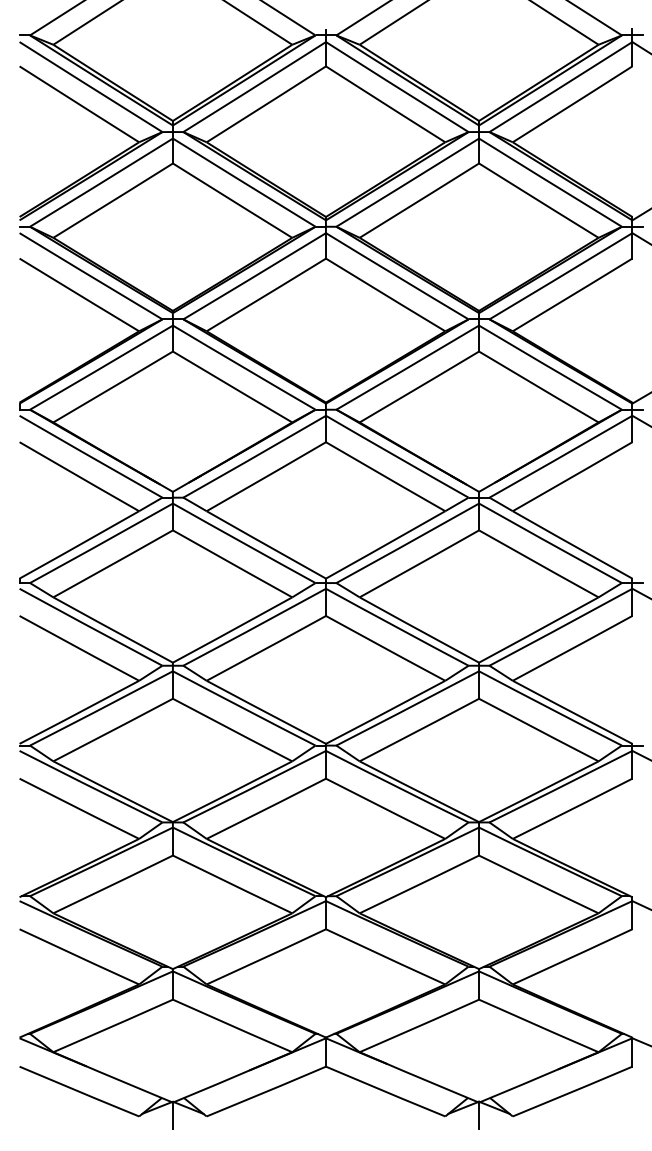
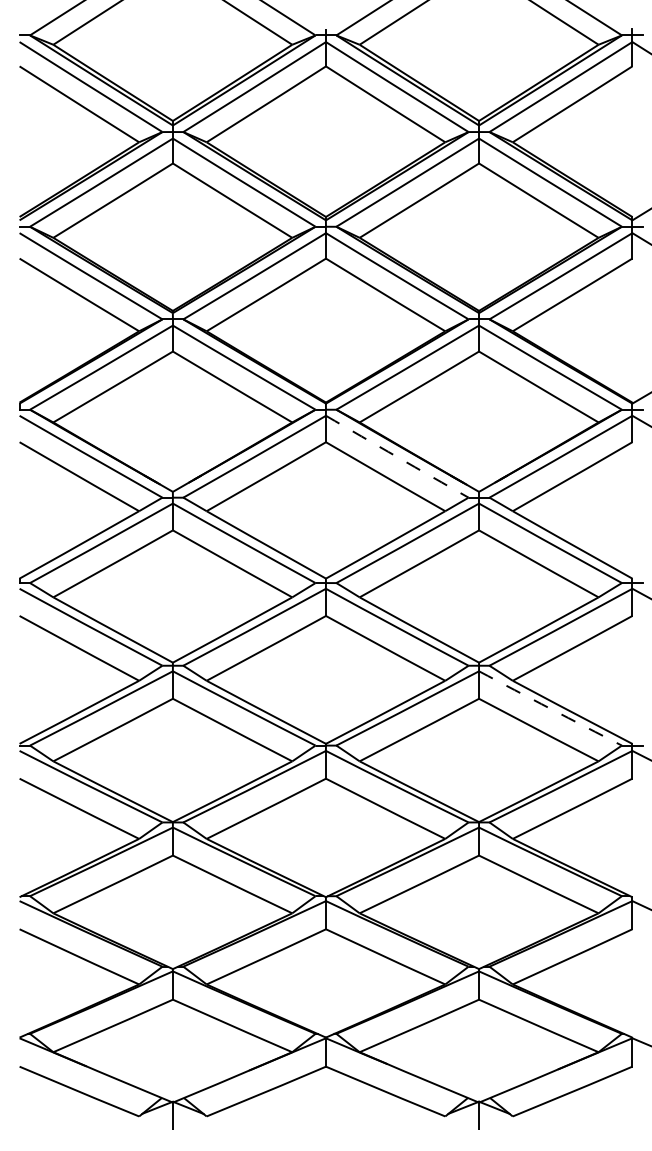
arc at (397, 456): solid -> dashed
arc at (550, 708): solid -> dashed
